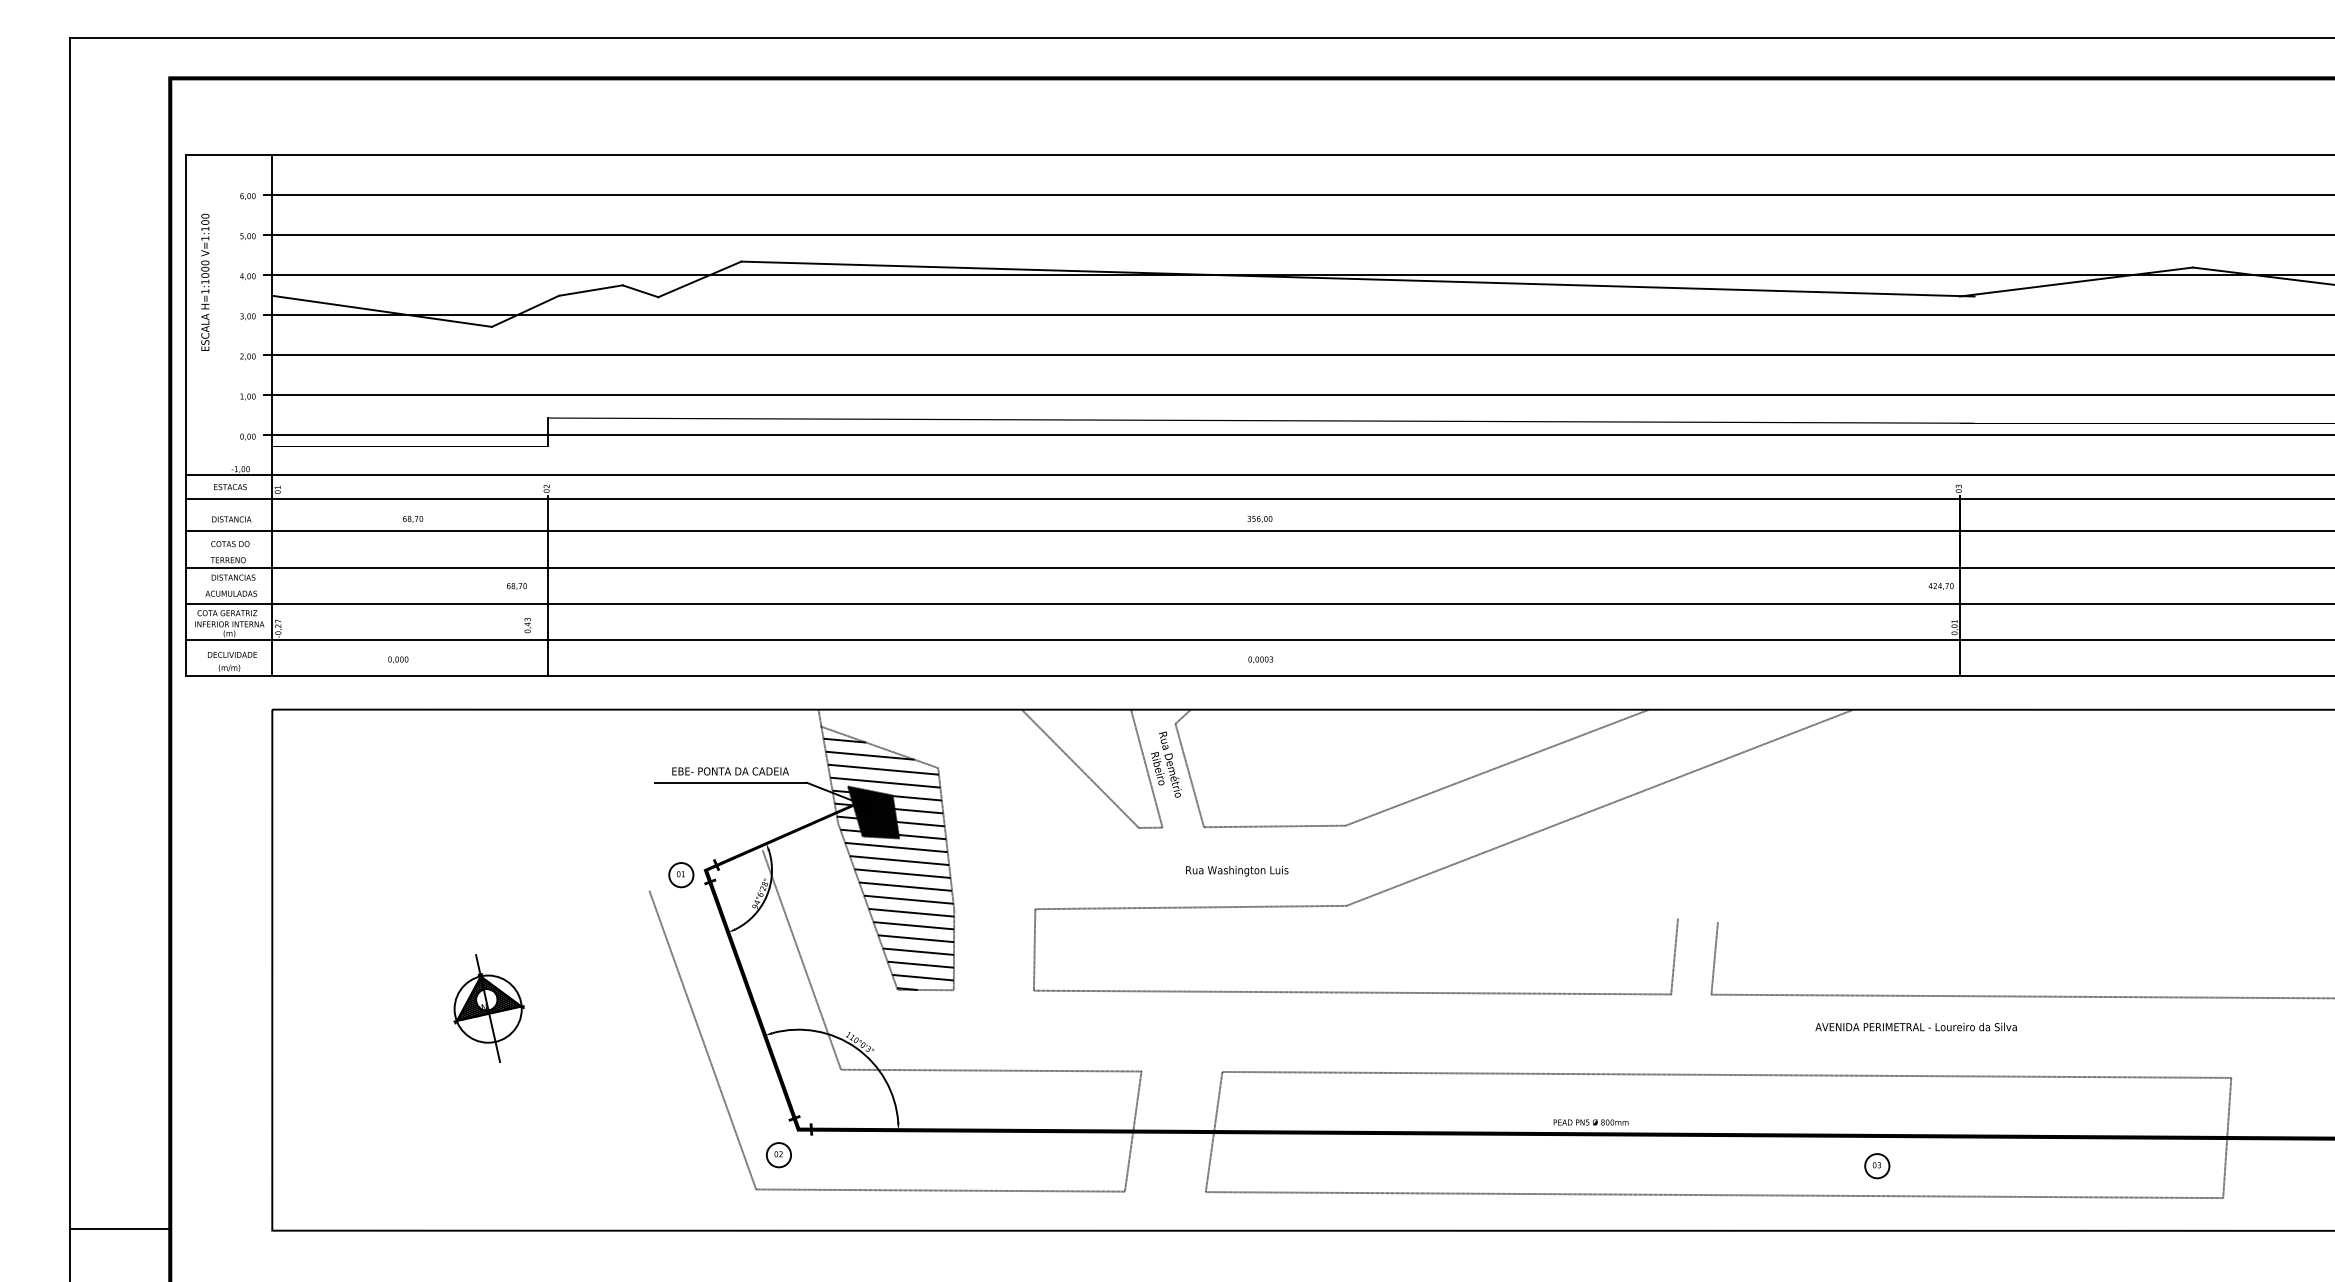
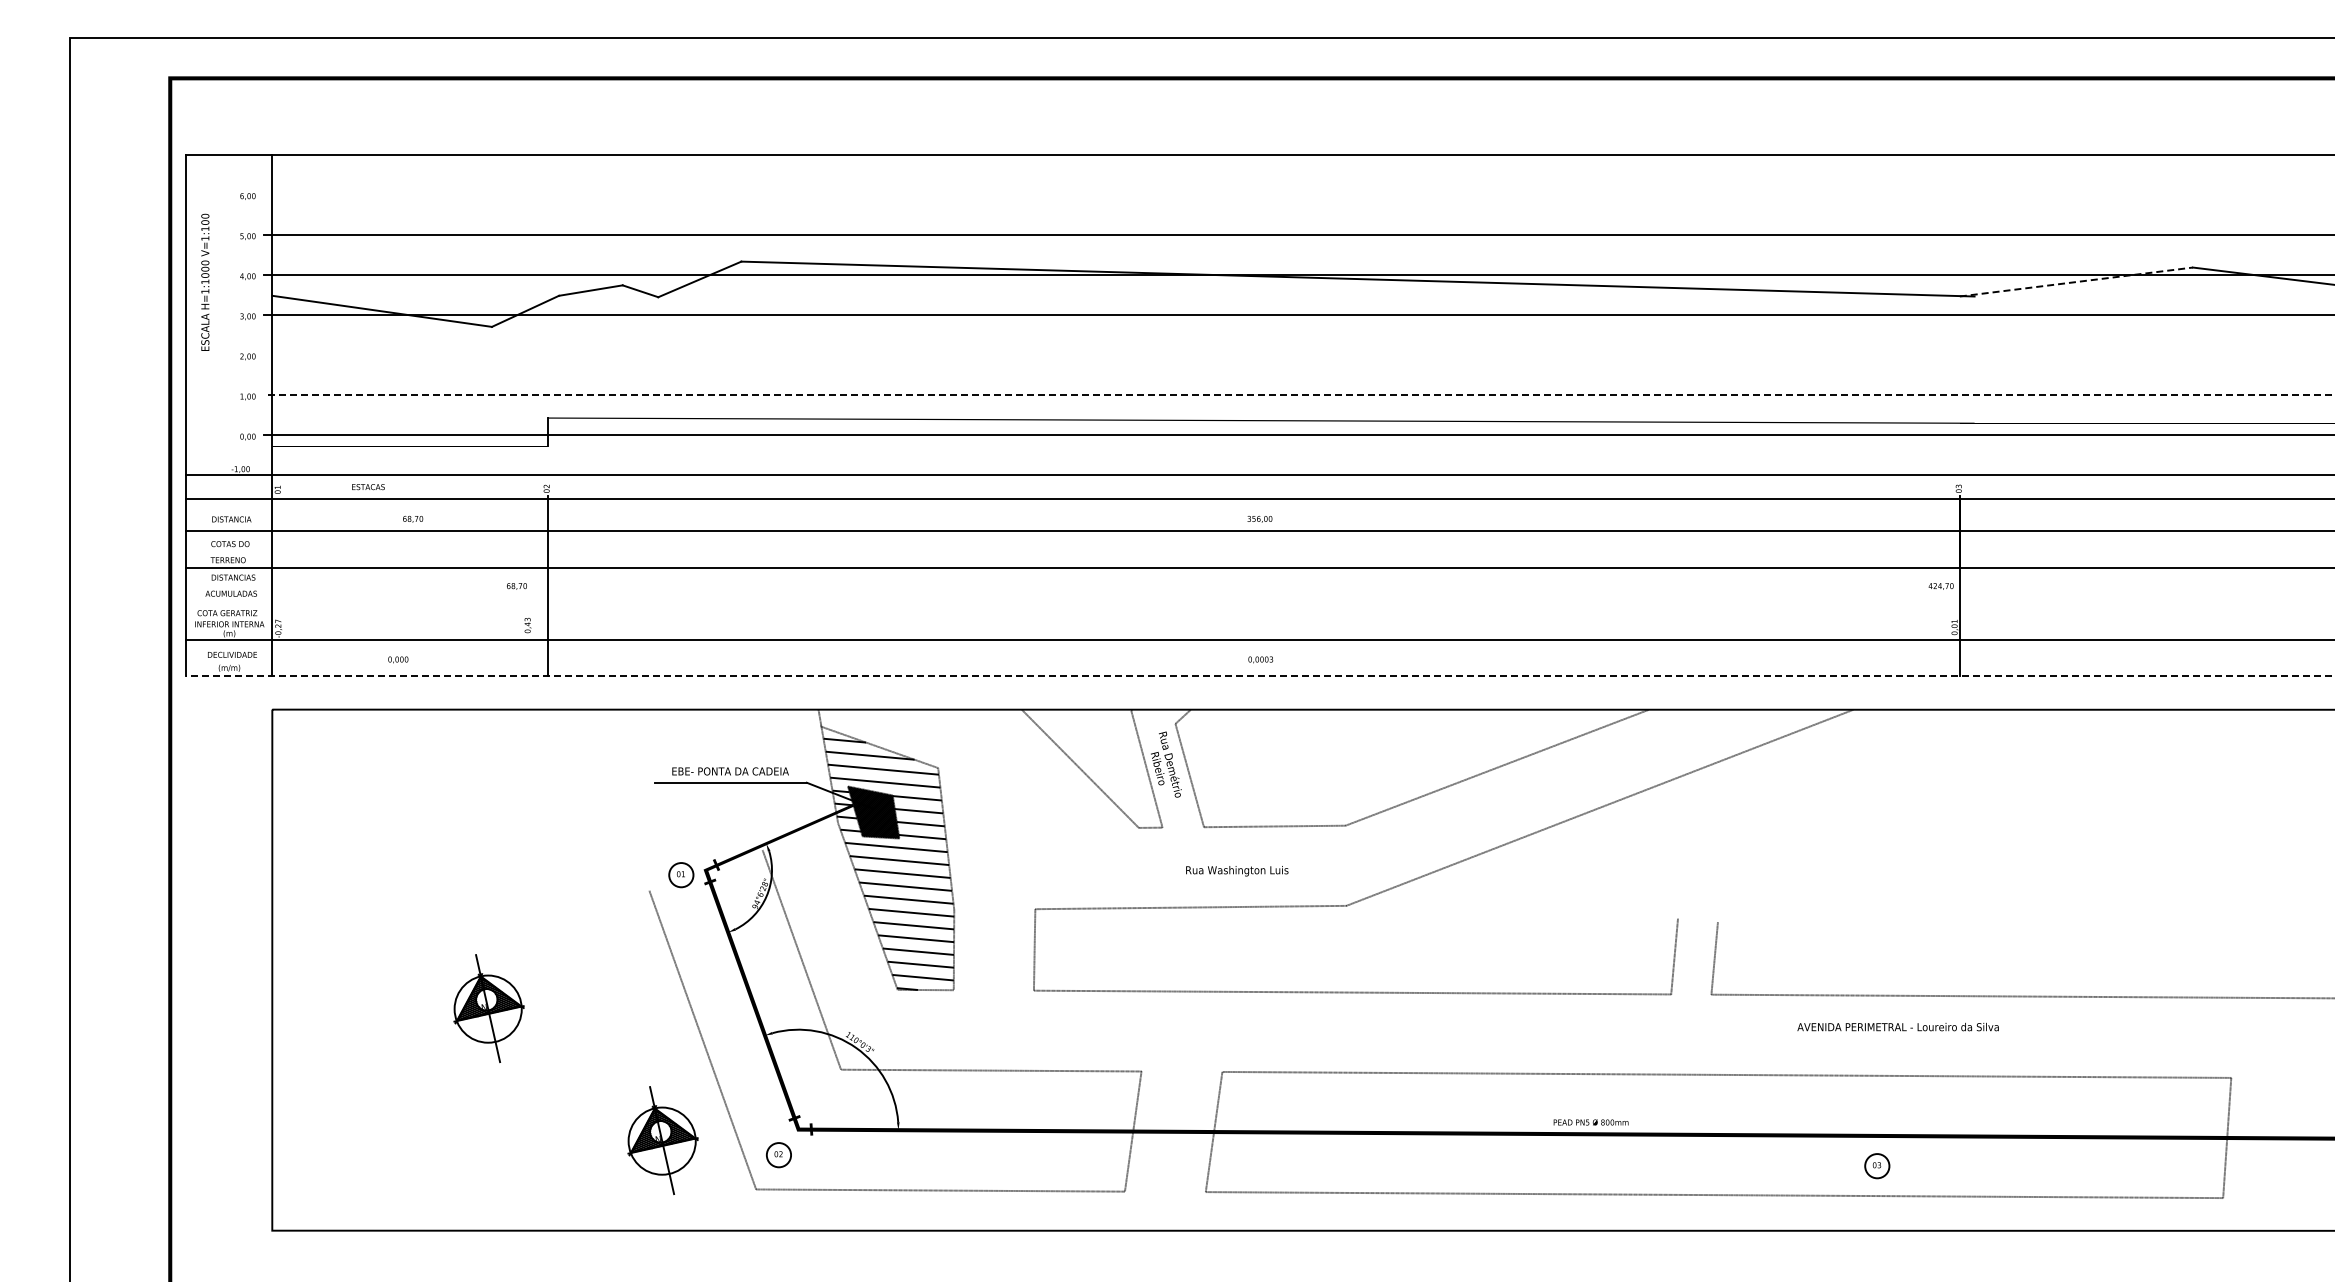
line at (1297, 194): present -> none
line at (2076, 281): solid -> dashed
line at (1297, 355): present -> none
line at (1298, 395): solid -> dashed
text at (230, 487) position: (230, 487) -> (368, 487)
line at (1258, 603): present -> none
line at (1259, 675): solid -> dashed
text at (1915, 1026) position: (1915, 1026) -> (1897, 1026)
part at (662, 1140): none -> present
line at (120, 1228): present -> none
